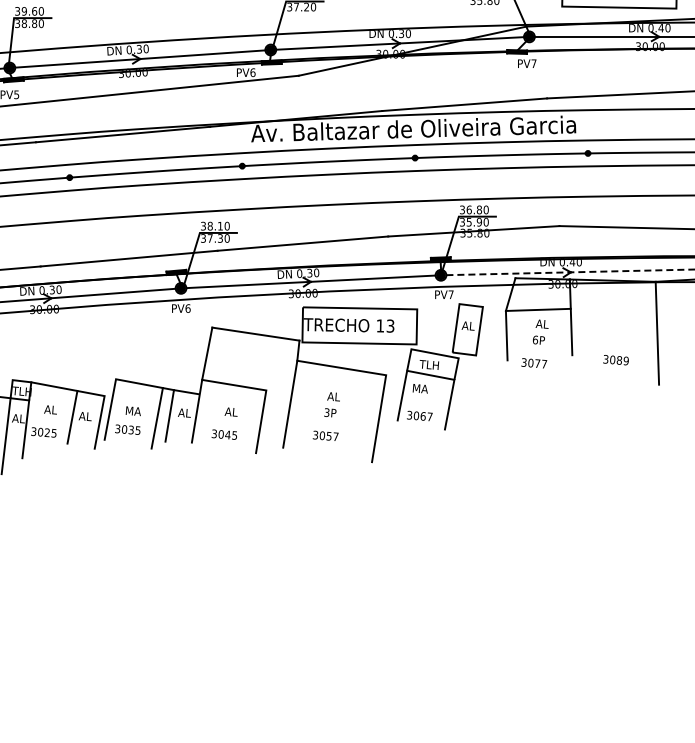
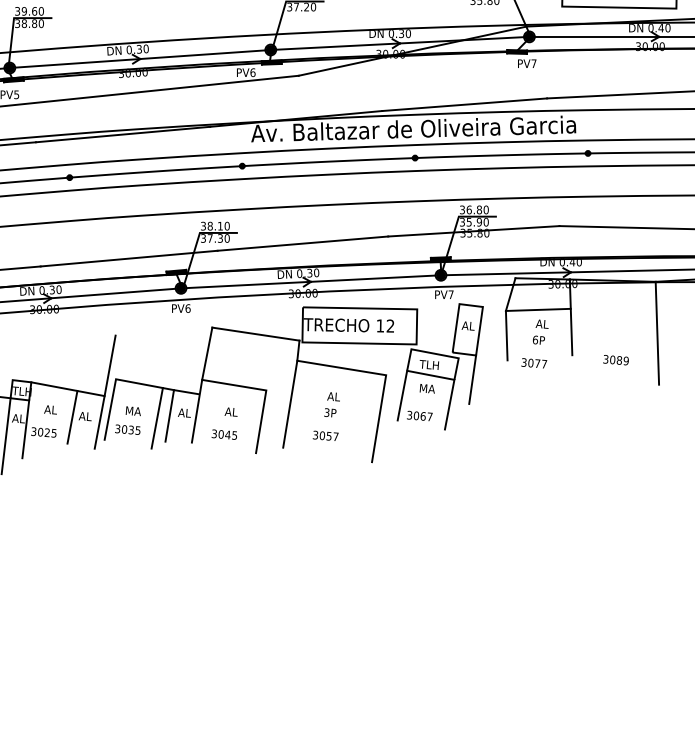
line at (570, 272): dashed -> solid
text at (390, 326): 13 -> 12
line at (109, 365): none -> present
line at (472, 379): none -> present
text at (419, 388) position: (419, 388) -> (426, 388)
